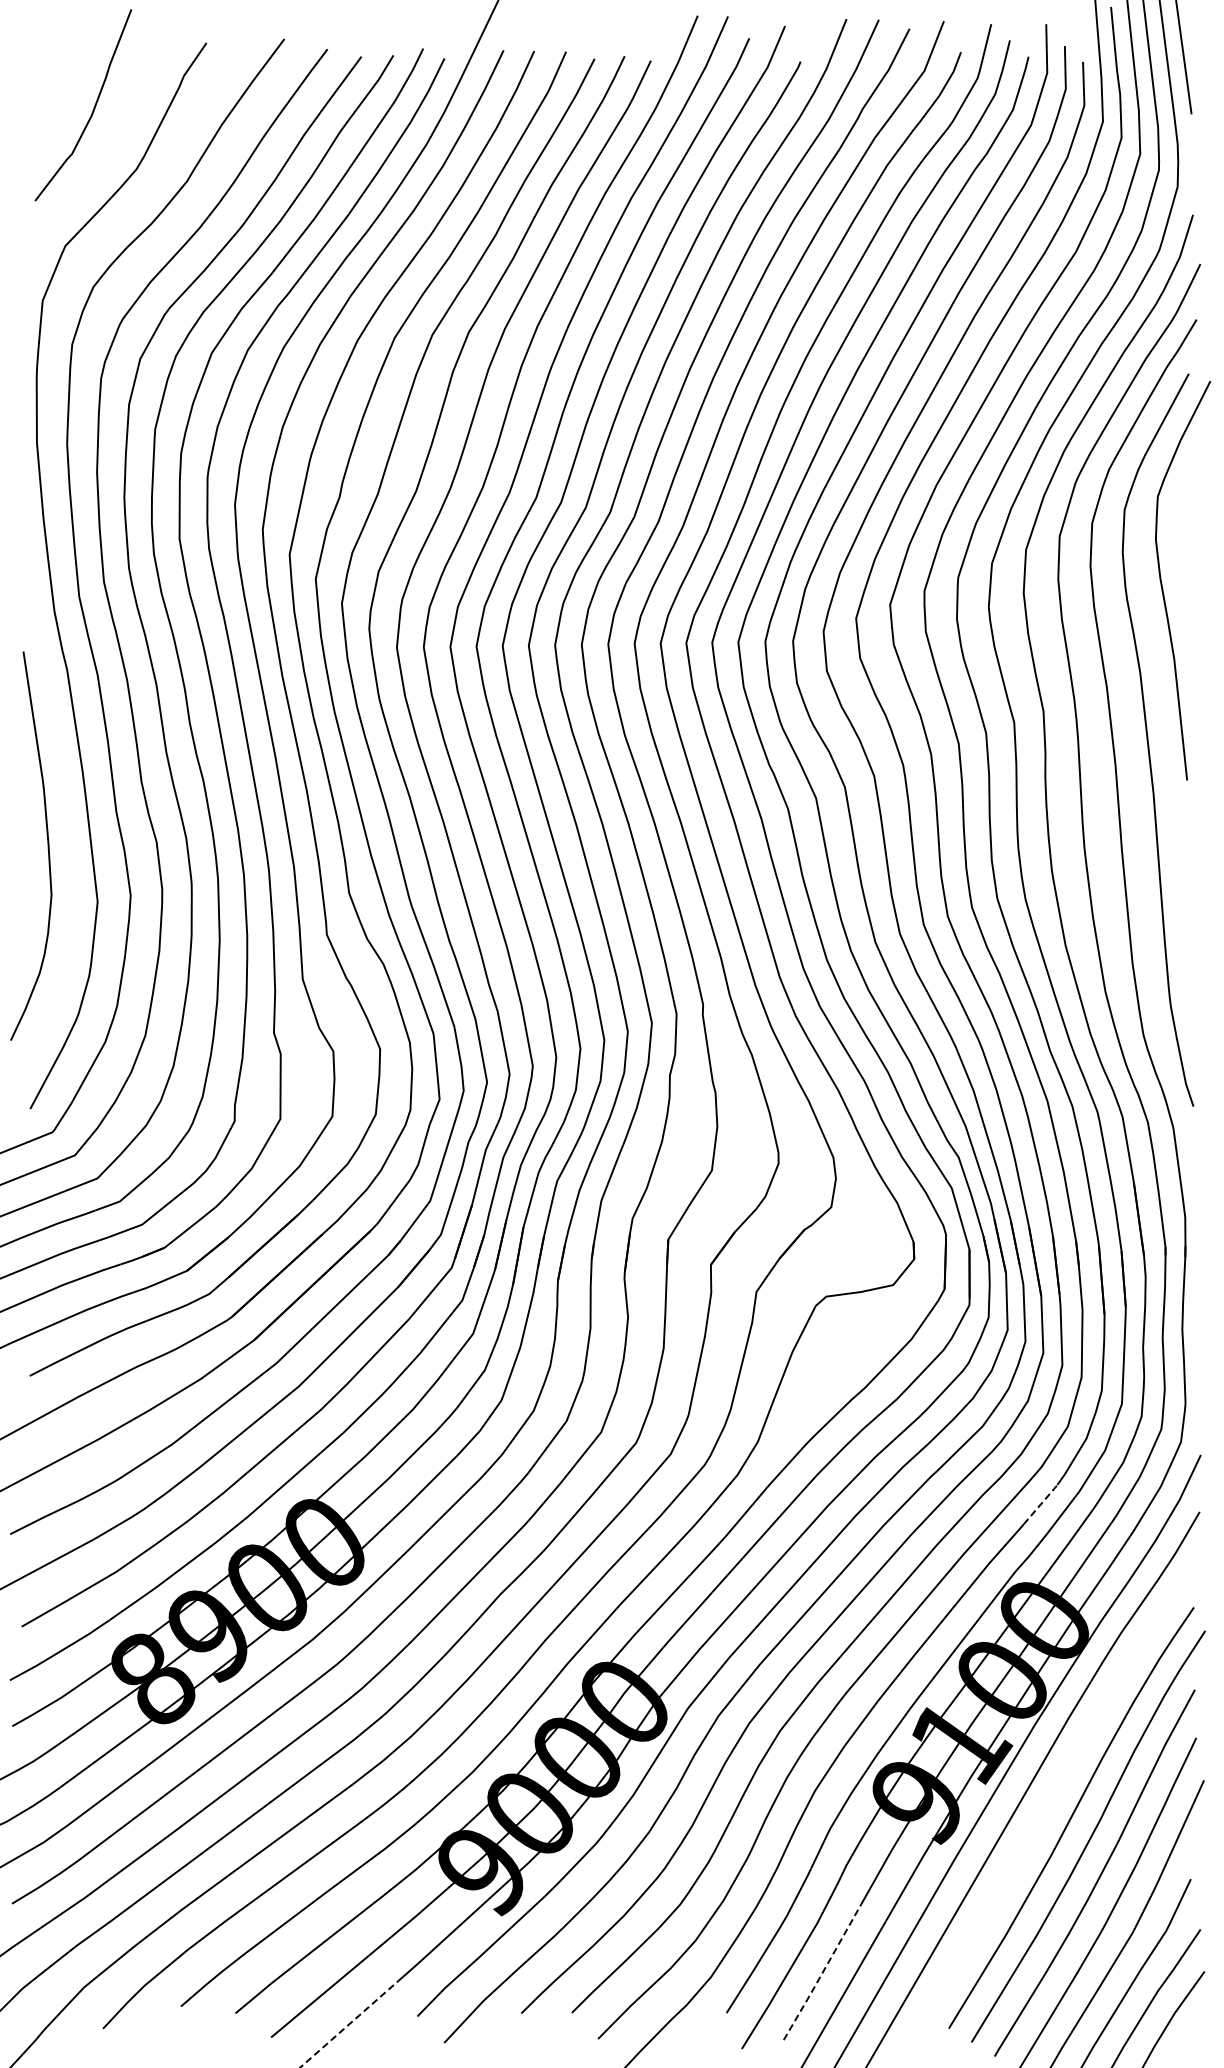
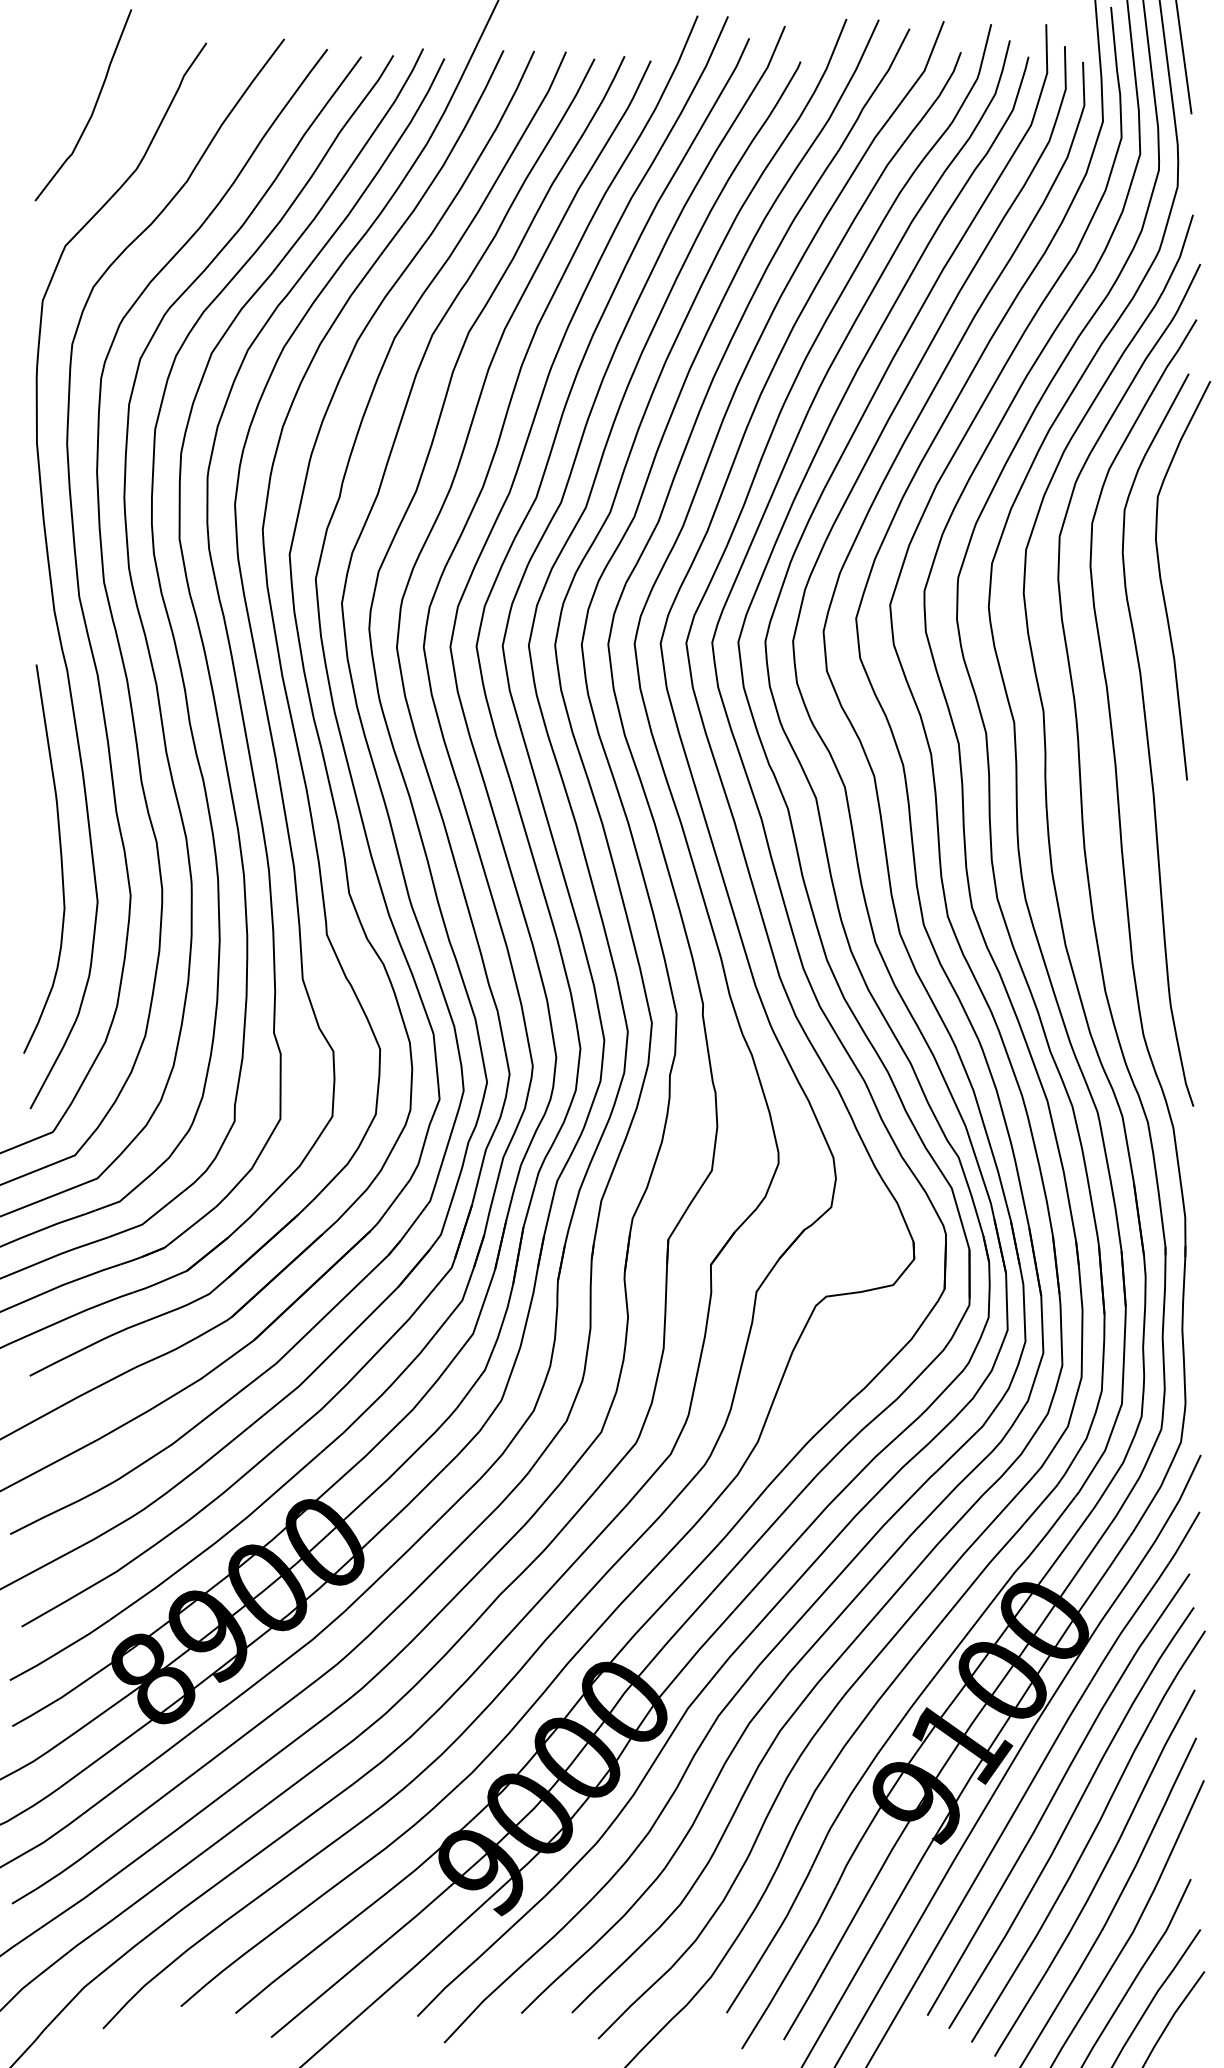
curve at (47, 845) position: (47, 845) -> (60, 858)
line at (1041, 1504): dashed -> solid
curve at (1056, 1792): none -> present
line at (822, 1972): dashed -> solid
line at (349, 2024): dashed -> solid
